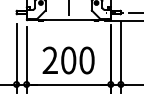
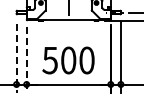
line at (16, 59): solid -> dashed
line at (26, 60): solid -> dashed
text at (49, 60): 200 -> 500
